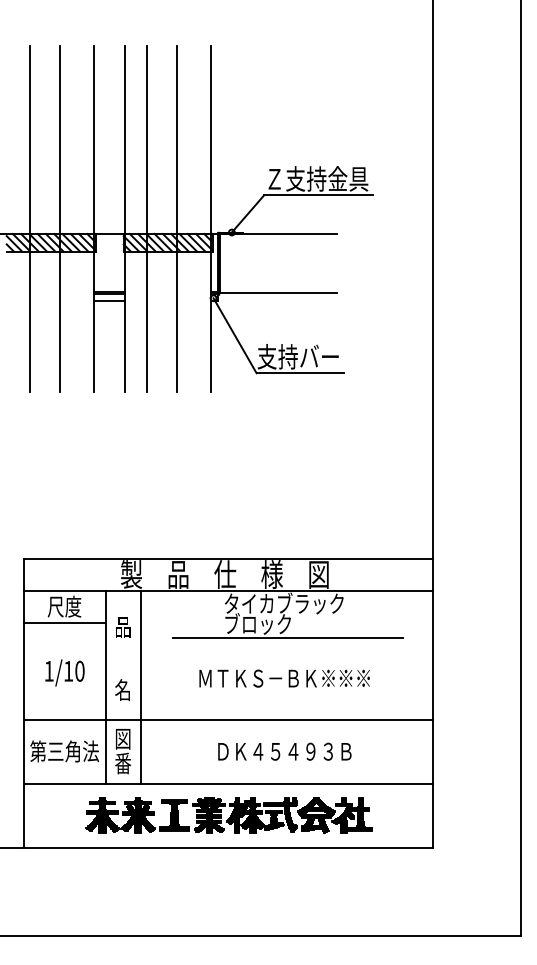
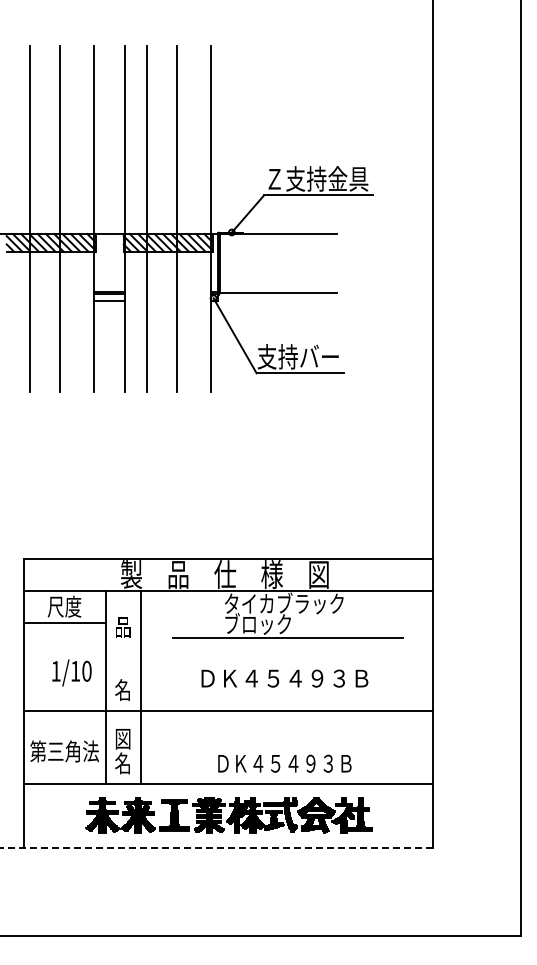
text at (64, 672) position: (64, 672) -> (71, 672)
text at (284, 678): ＭＴＫＳ－ＢＫ※※※ -> ＤＫ４５４９３Ｂ
line at (228, 719) position: (228, 719) -> (228, 710)
text at (284, 751) position: (284, 751) -> (284, 763)
text at (122, 763): 番 -> 名
line at (216, 848): solid -> dashed
